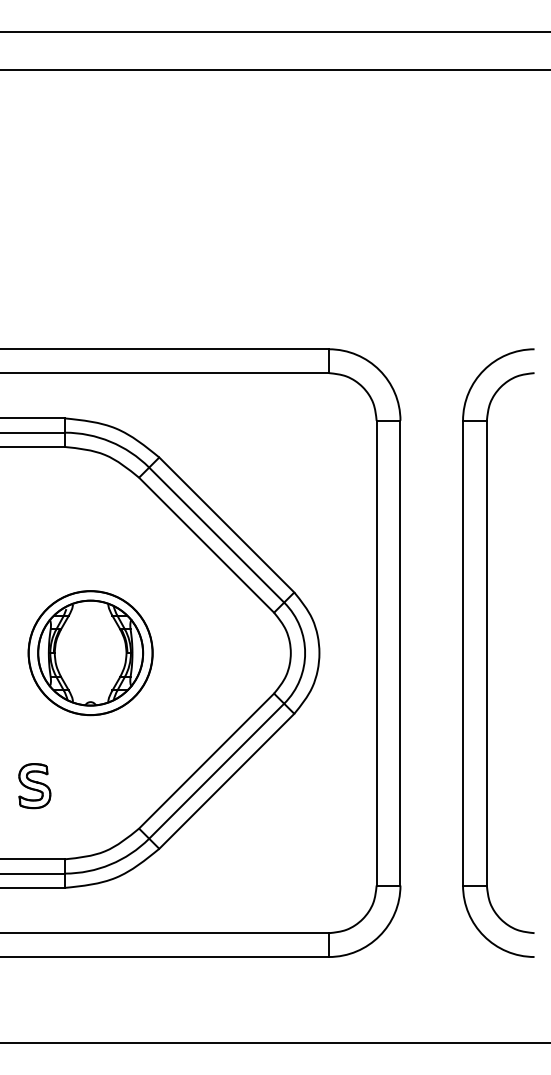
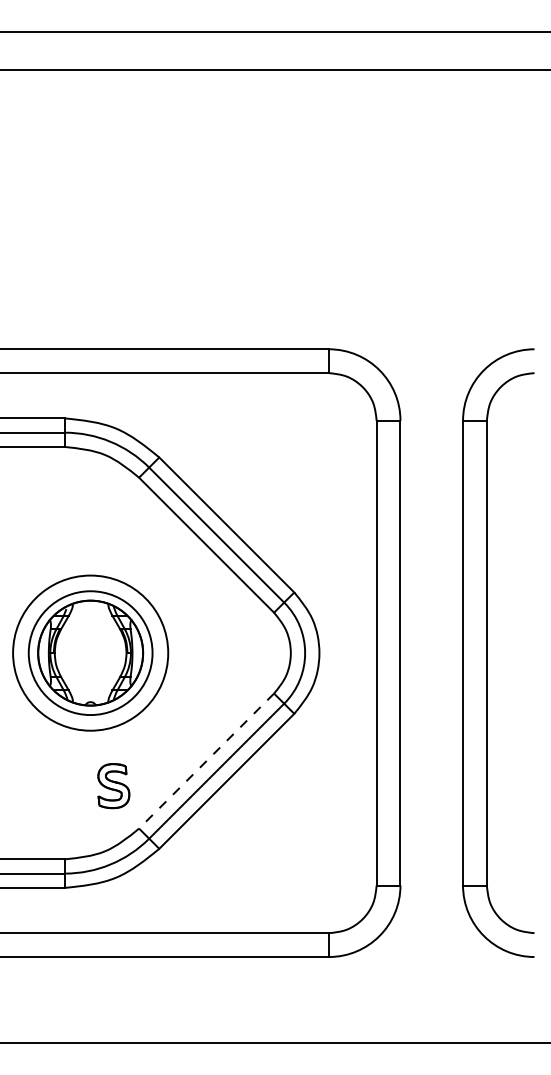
circle at (90, 653) diameter: 124 px -> 155 px
line at (206, 761): solid -> dashed
part at (34, 786) position: (34, 786) -> (113, 786)
